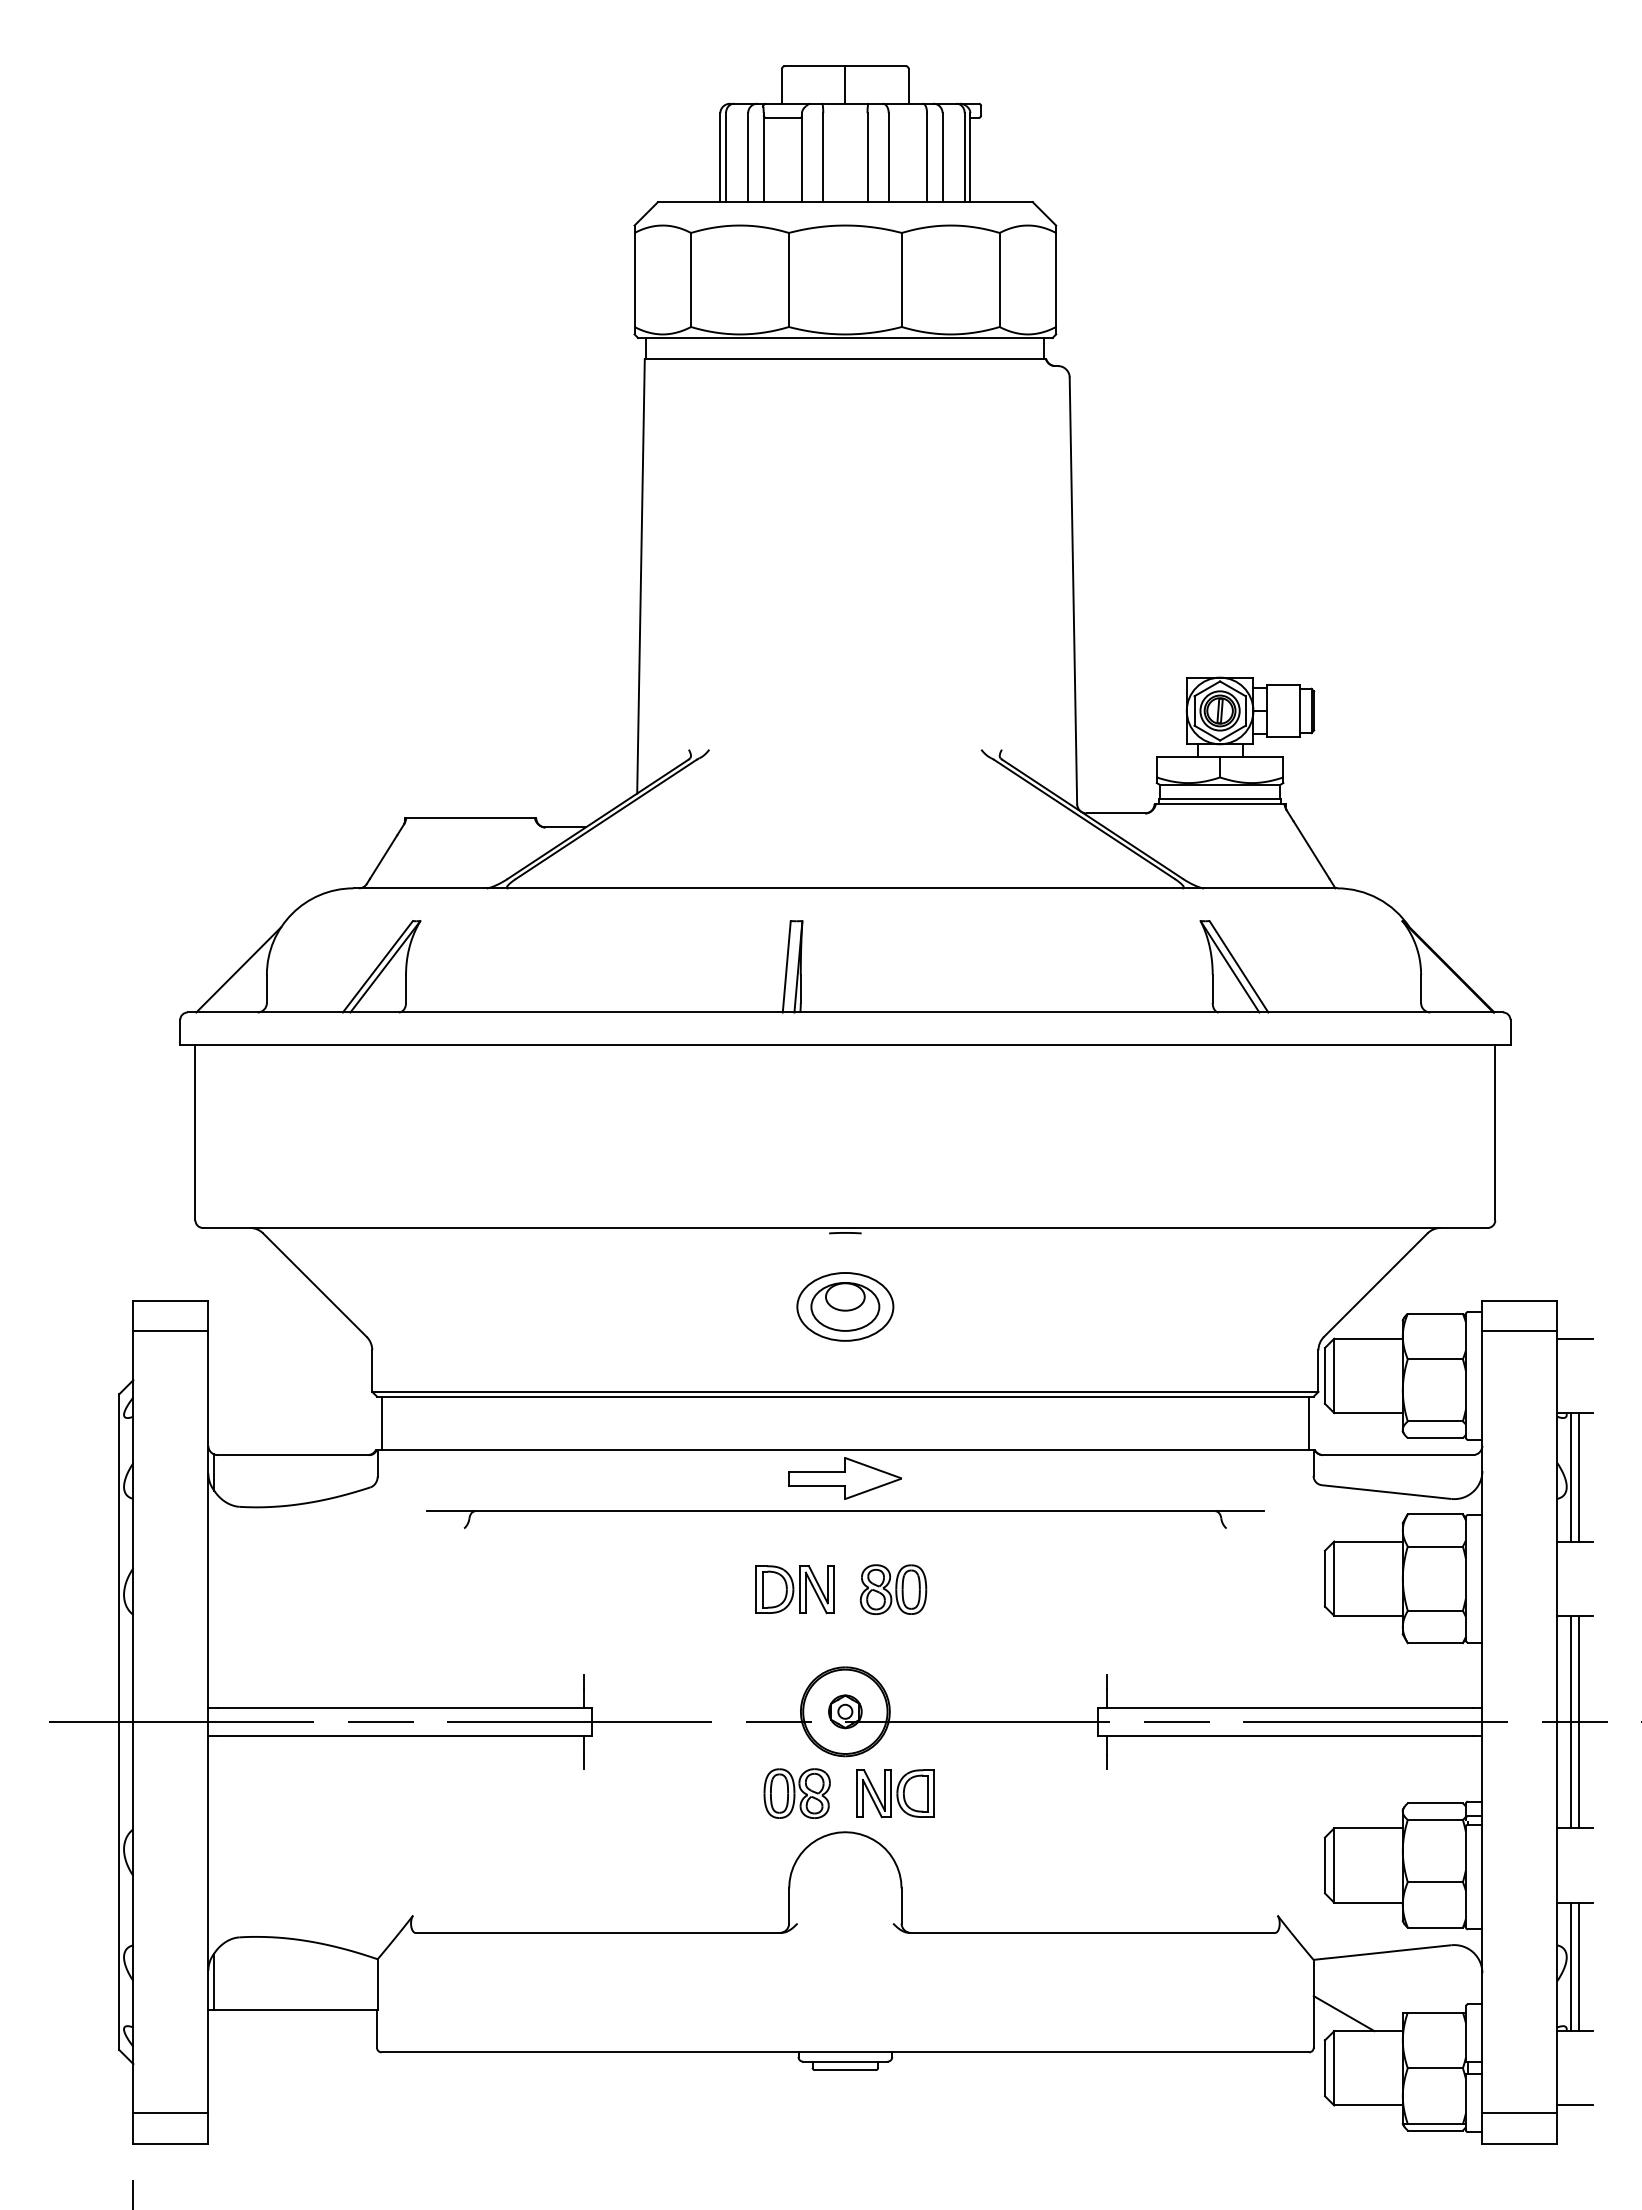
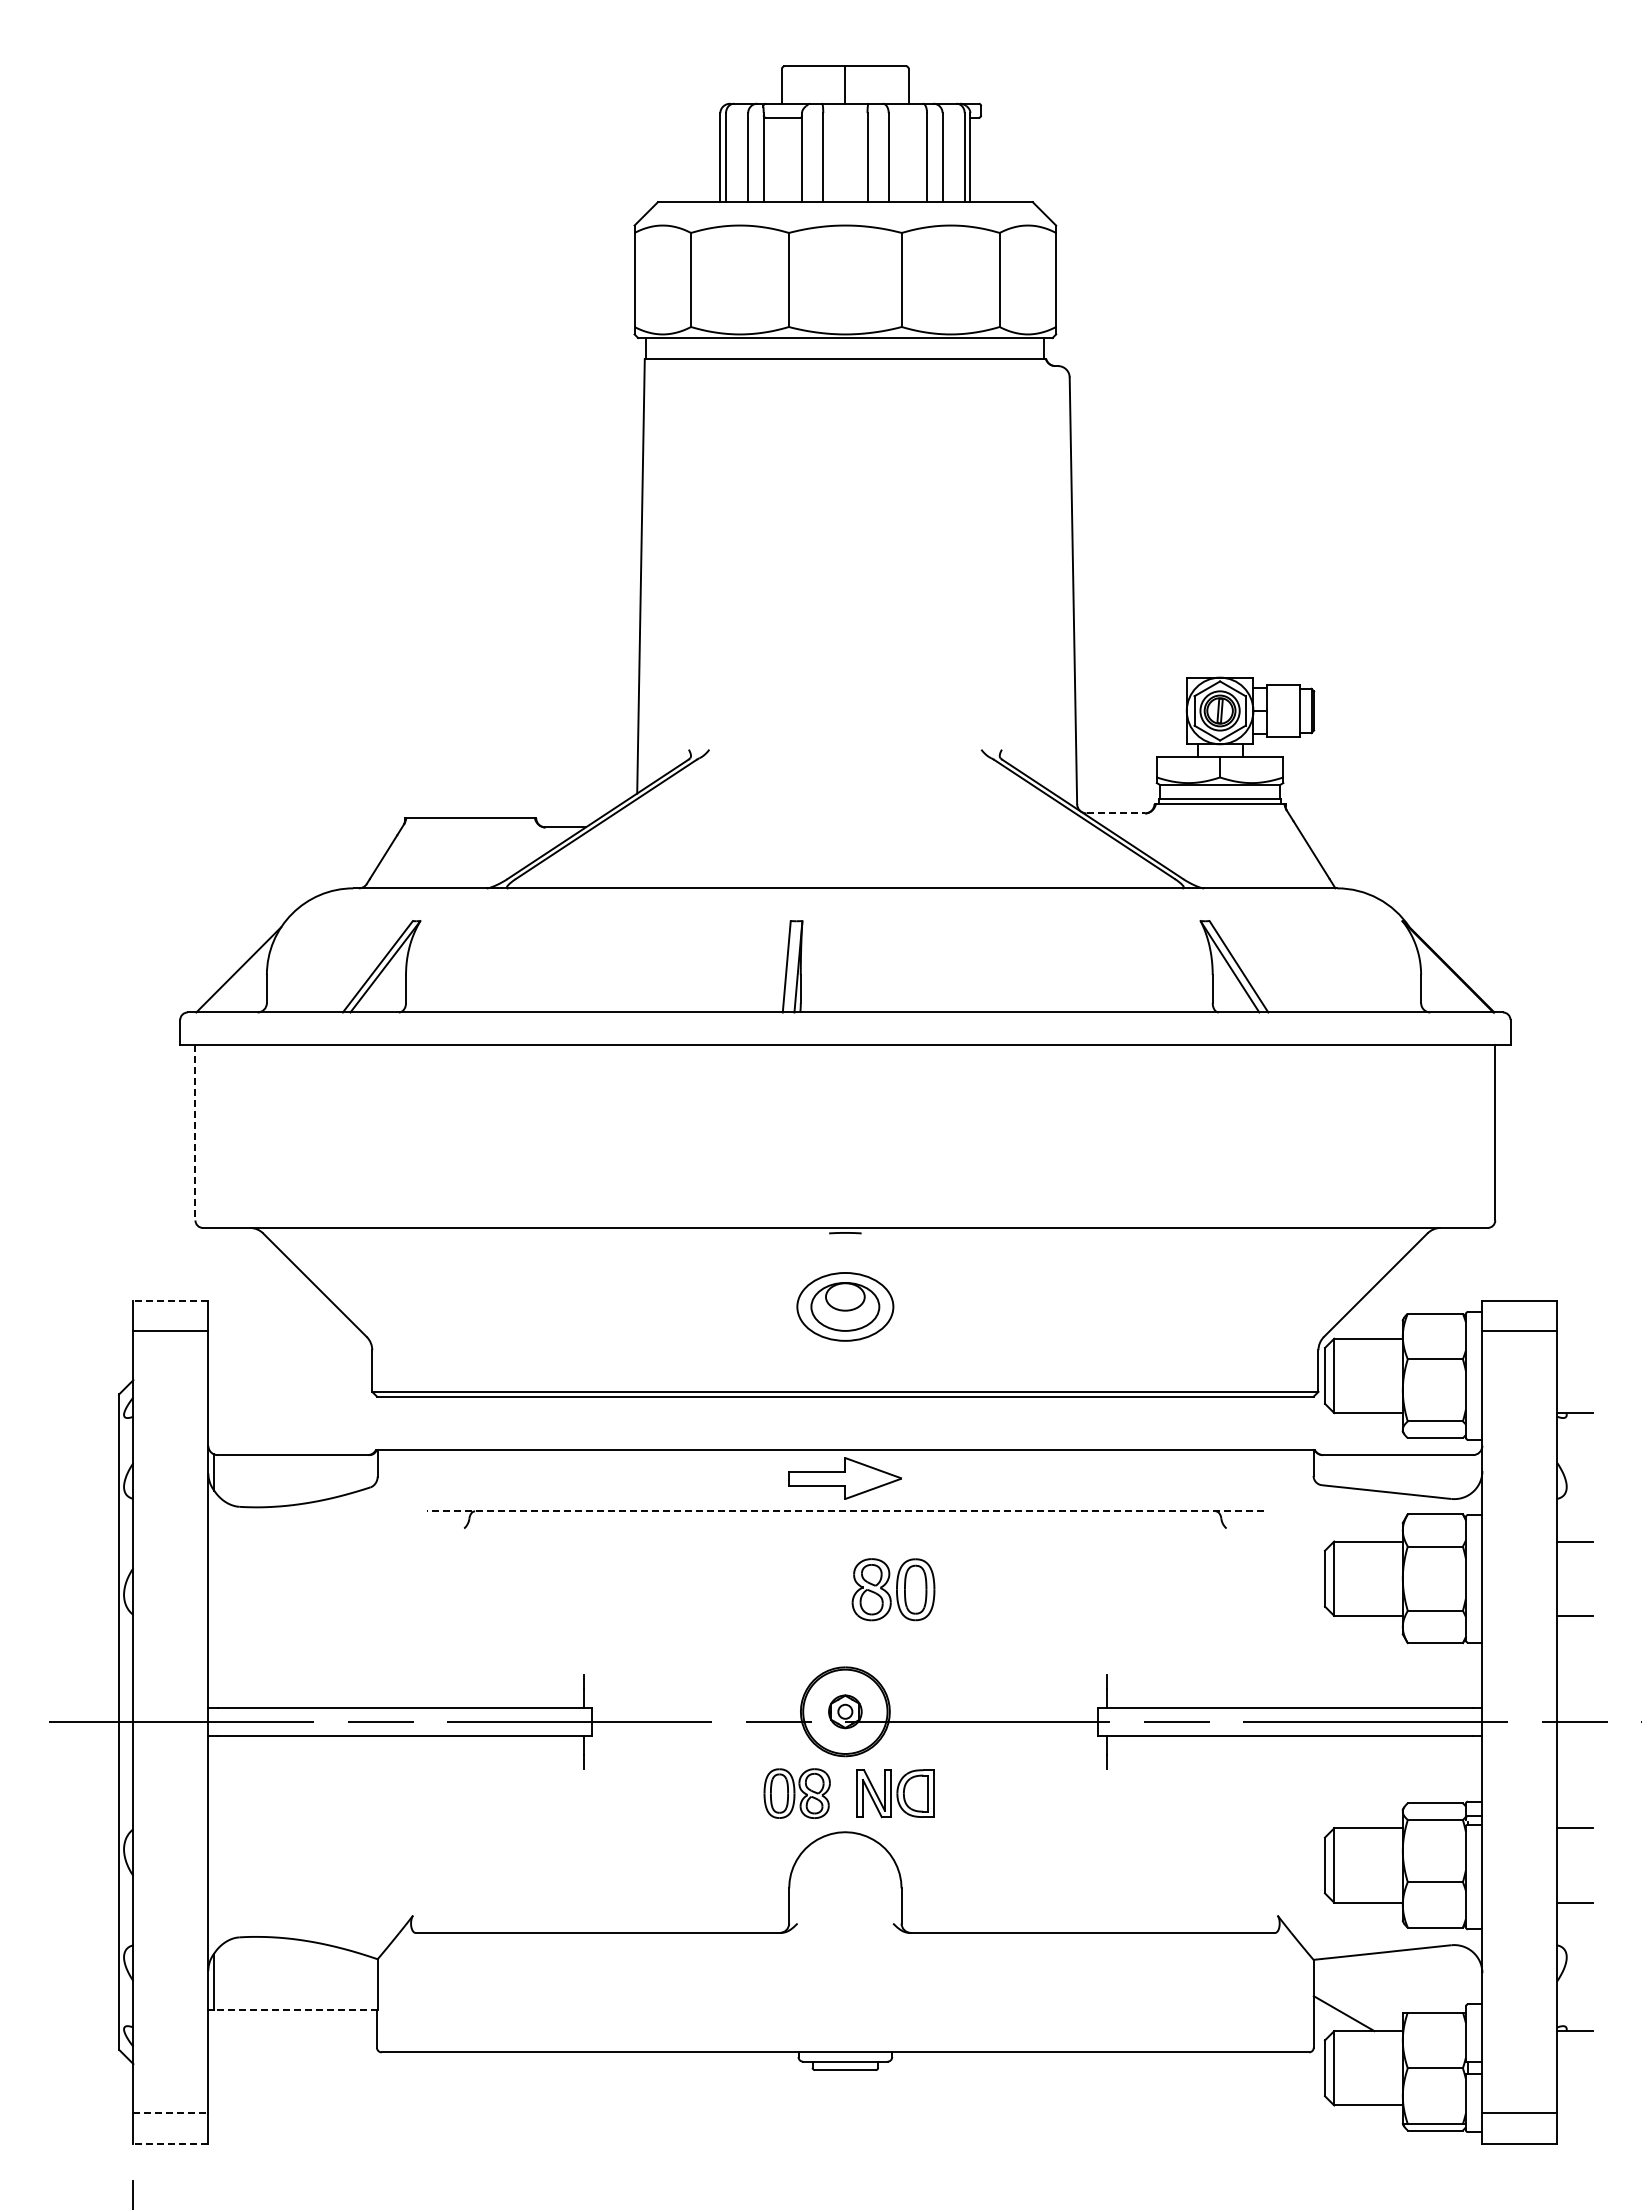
line at (1116, 813): solid -> dashed
line at (195, 1132): solid -> dashed
line at (170, 1300): solid -> dashed
line at (1574, 1338): present -> none
line at (381, 1423): present -> none
line at (1309, 1423): present -> none
line at (1571, 1477): present -> none
line at (1578, 1477): present -> none
line at (844, 1511): solid -> dashed
part at (794, 1589): present -> none
part at (893, 1589) size: 69x51 px -> 85x64 px
line at (1571, 1721): present -> none
line at (1578, 1721): present -> none
line at (1571, 1966): present -> none
line at (1578, 1966): present -> none
line at (296, 2010): solid -> dashed
line at (1574, 2105): present -> none
line at (171, 2113): solid -> dashed
line at (170, 2143): solid -> dashed
